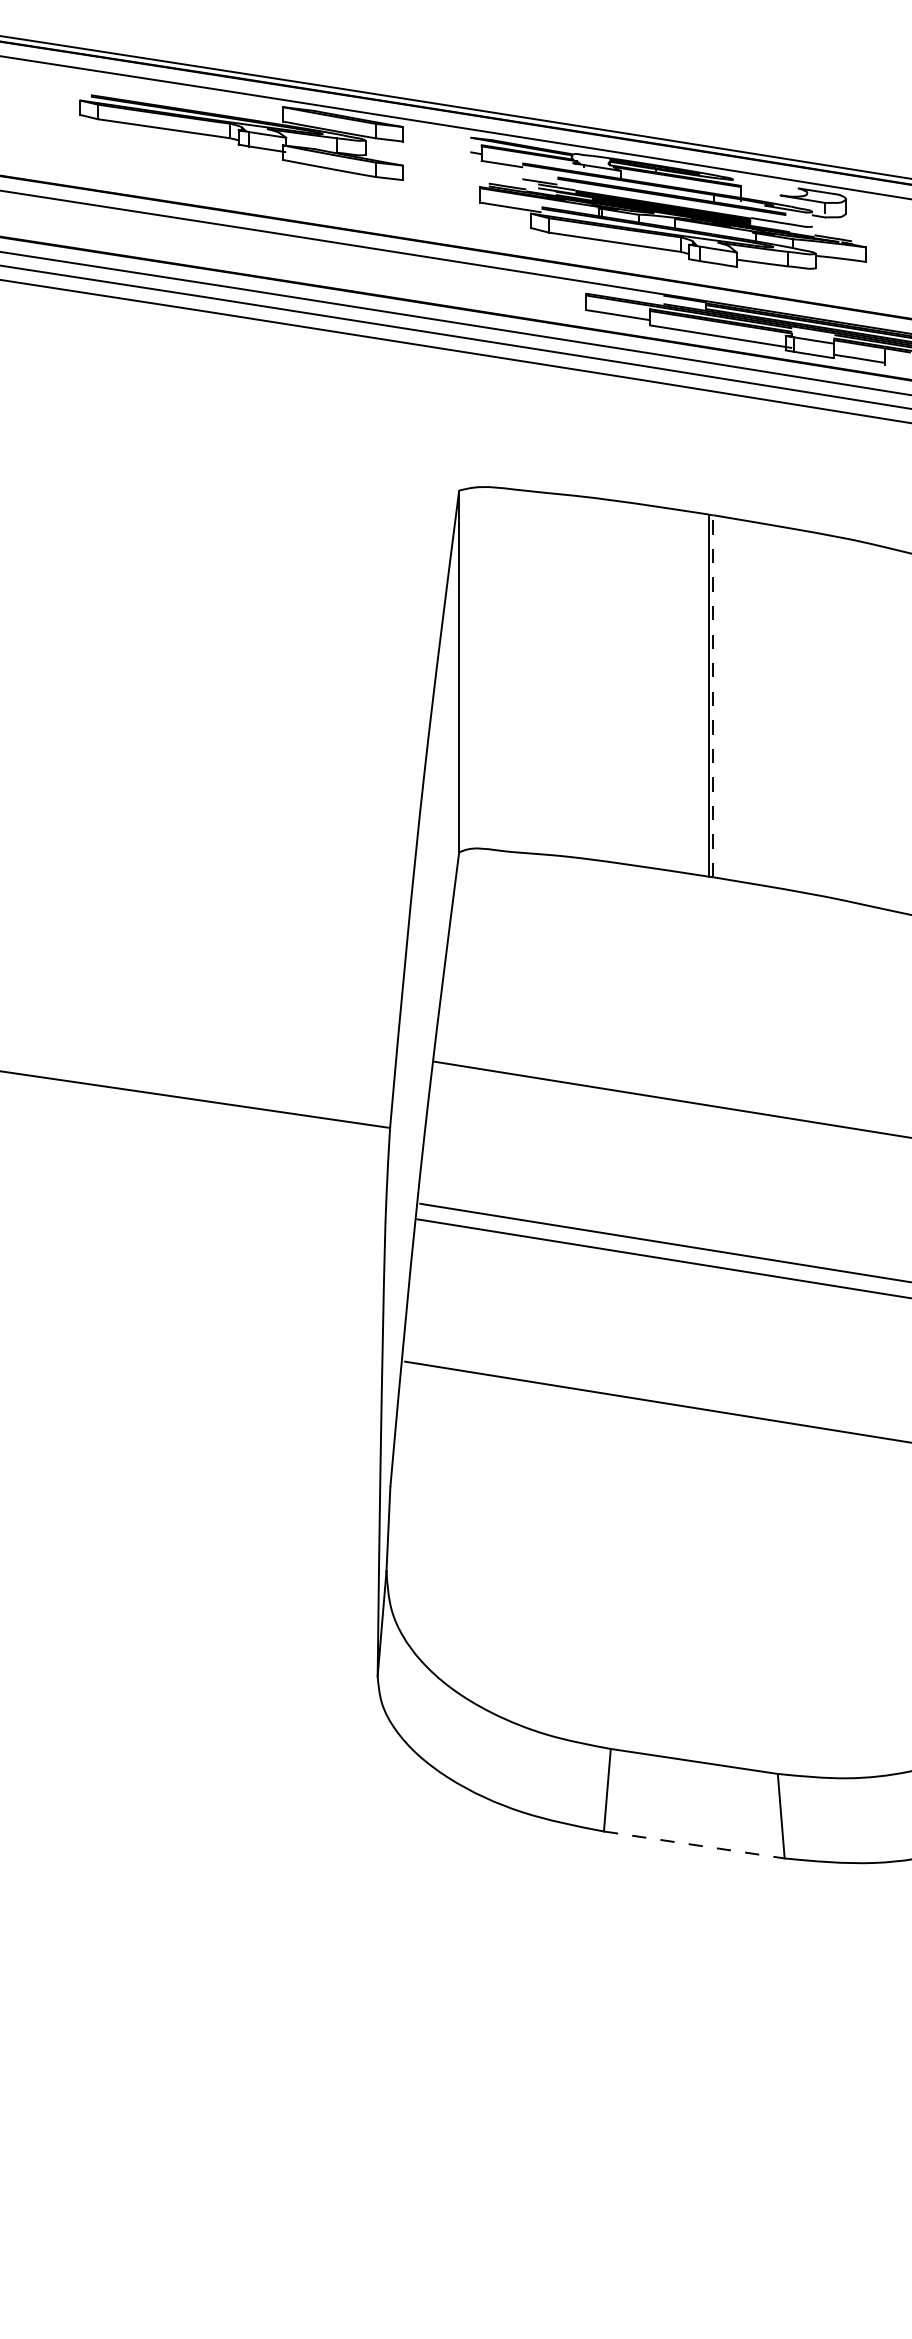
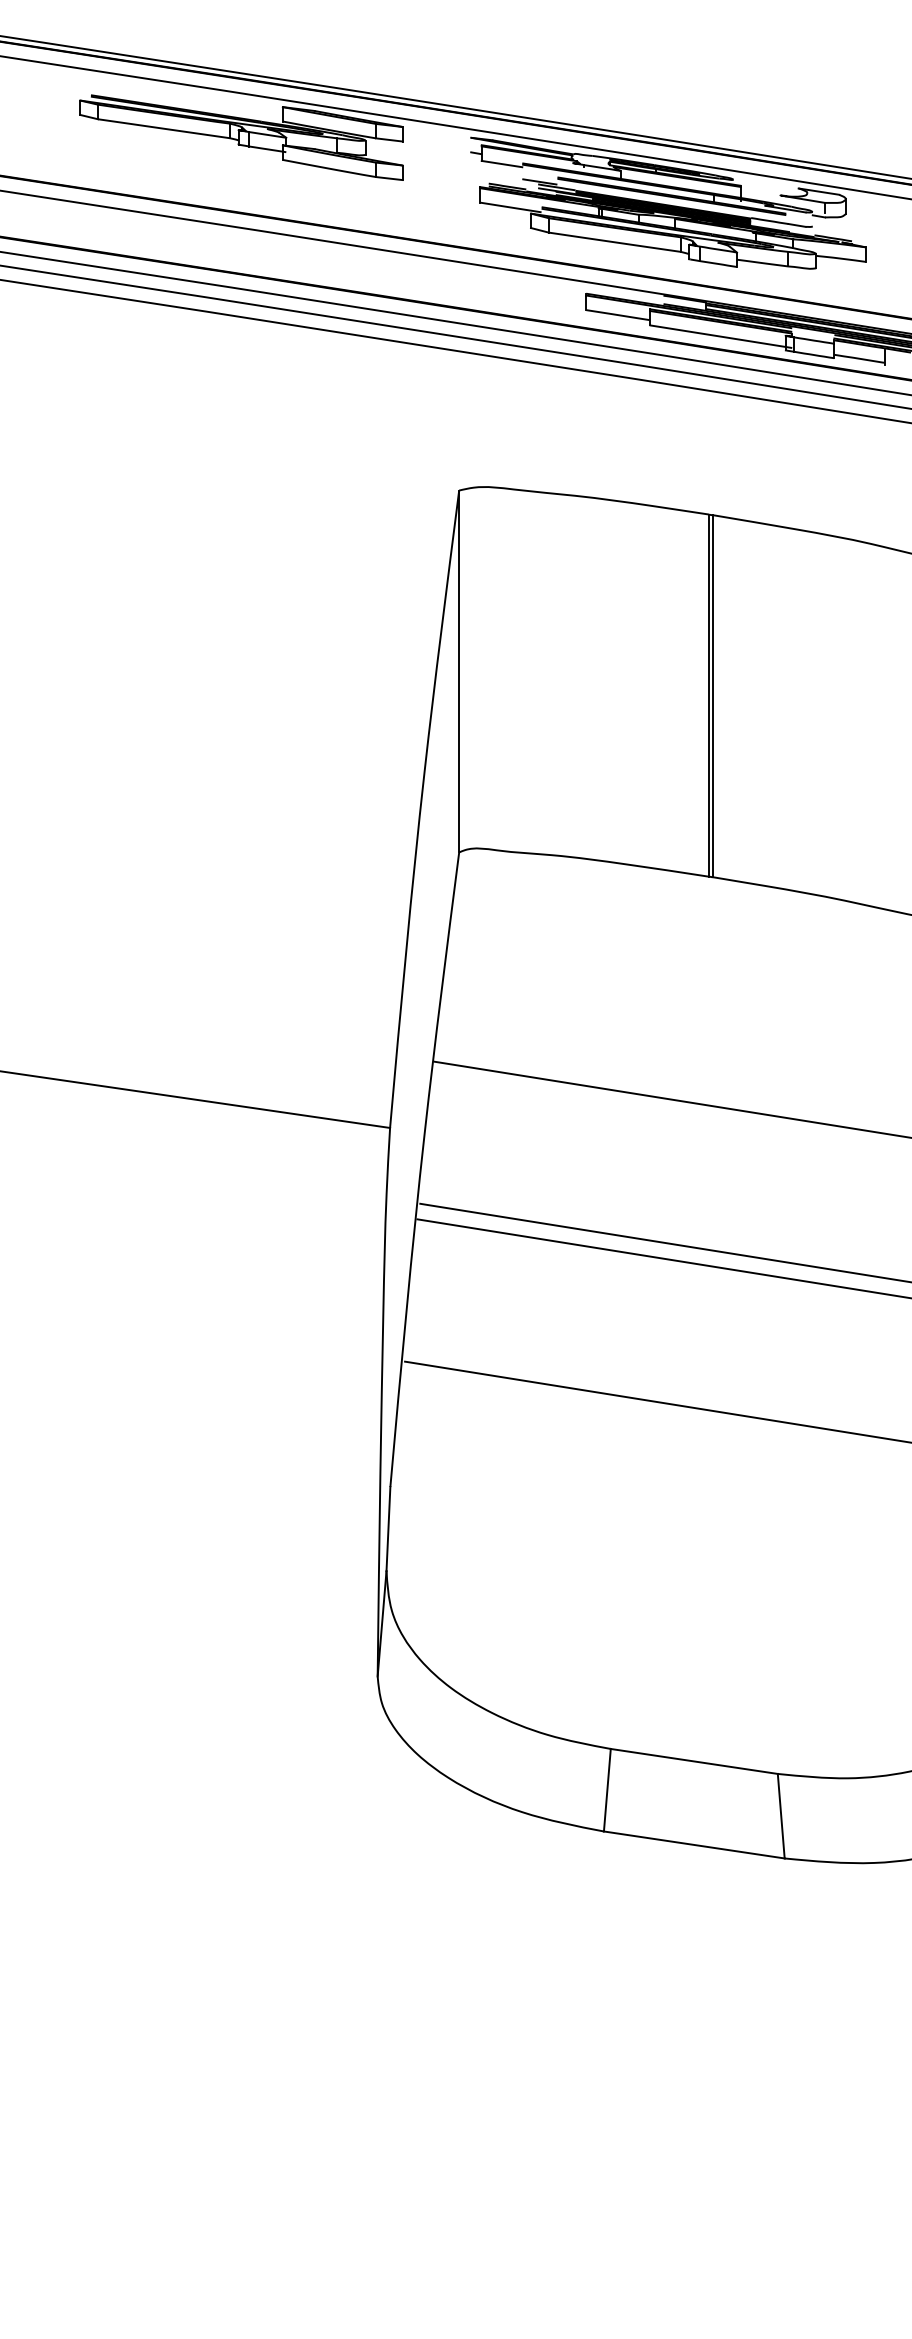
line at (713, 695): dashed -> solid
line at (694, 1845): dashed -> solid
